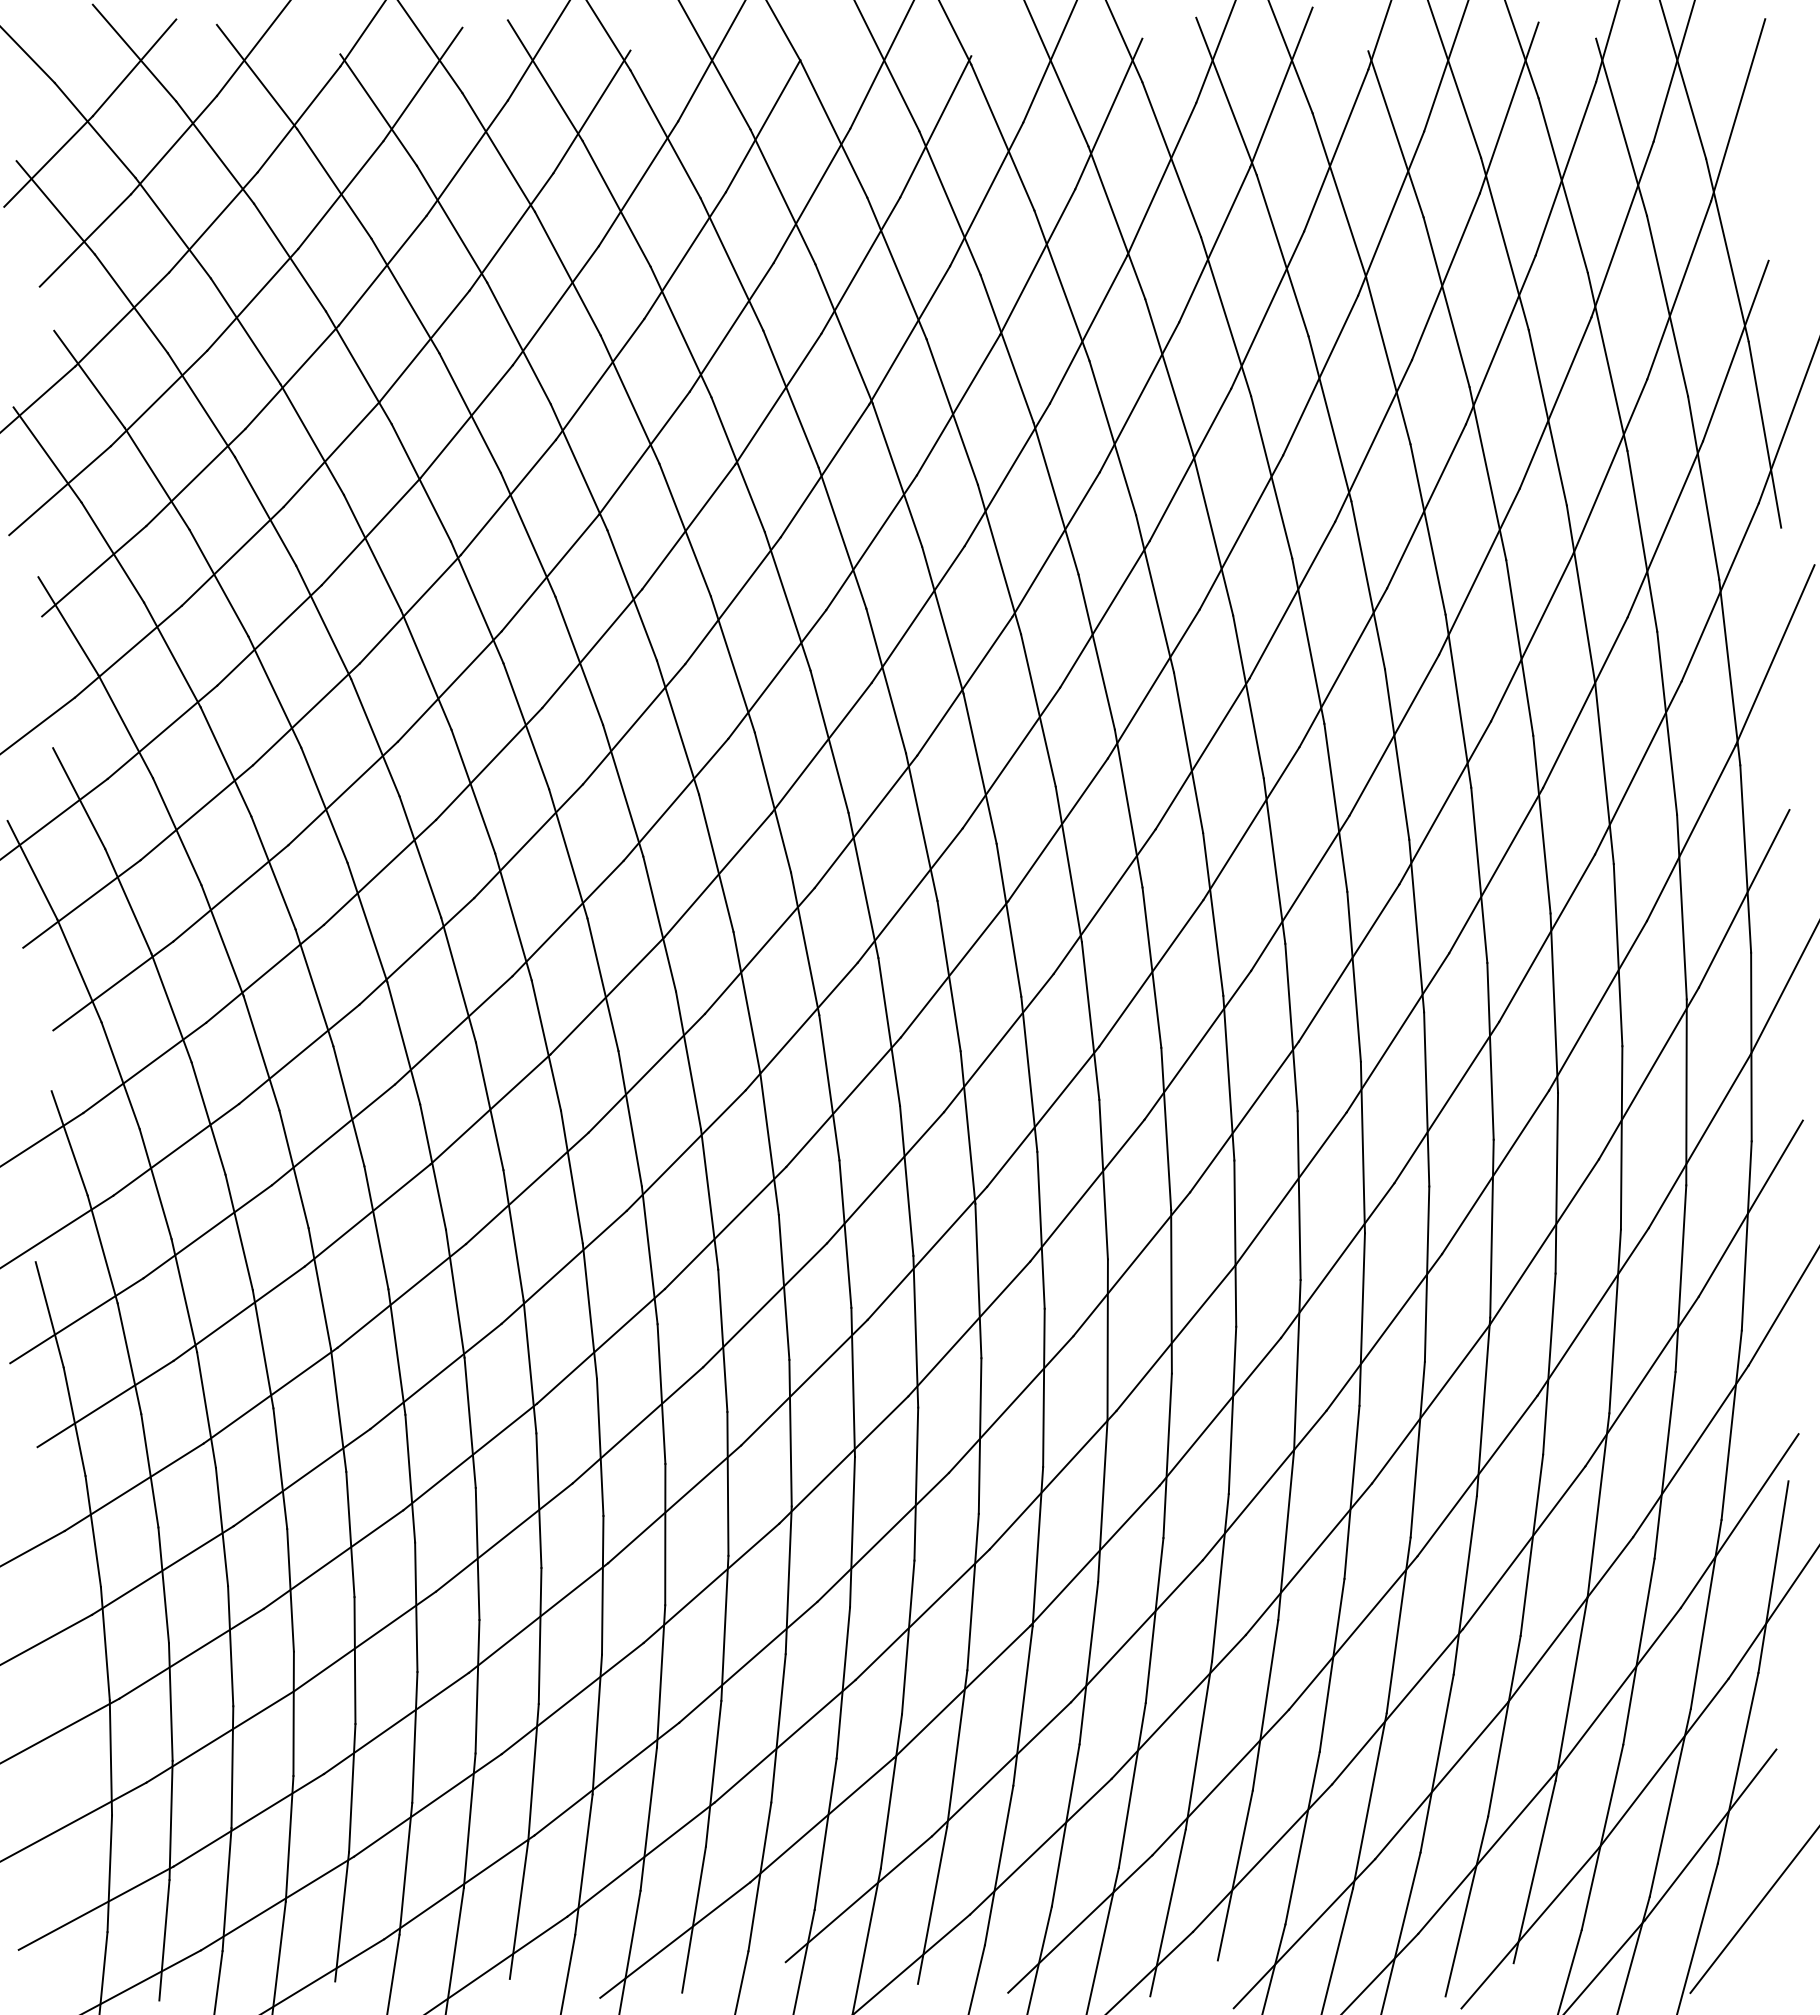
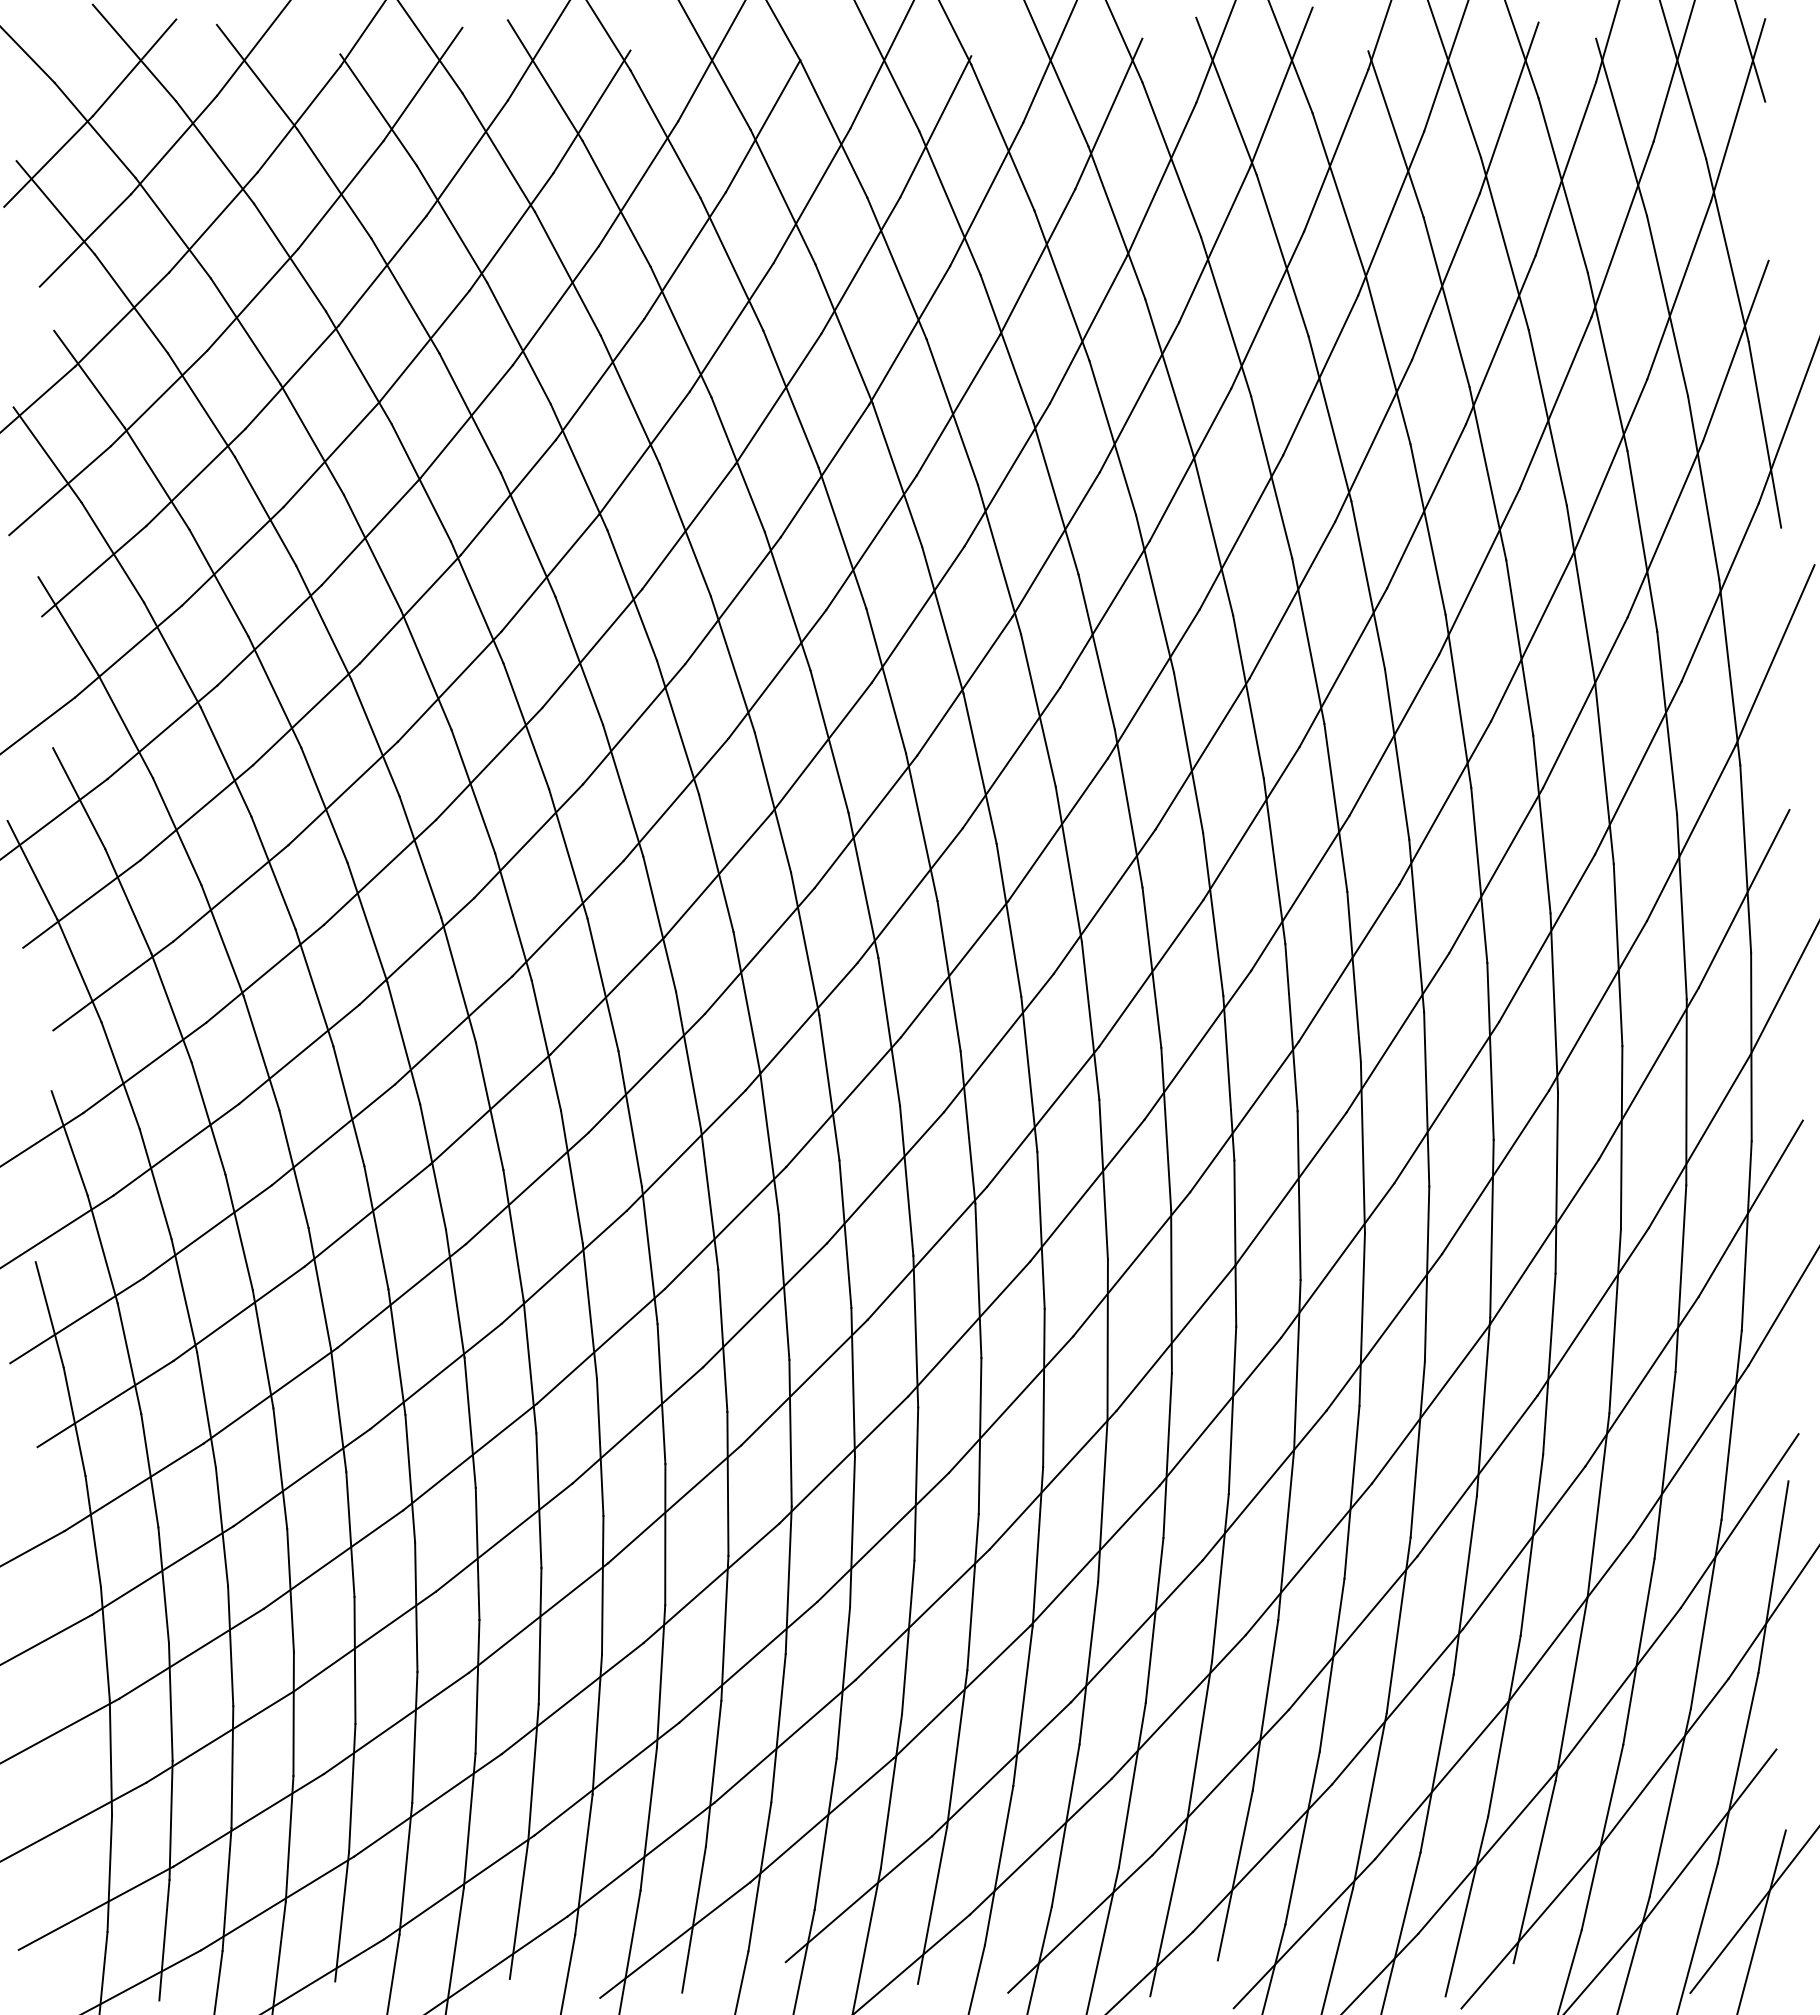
line at (1750, 51): none -> present
line at (1761, 1920): none -> present
